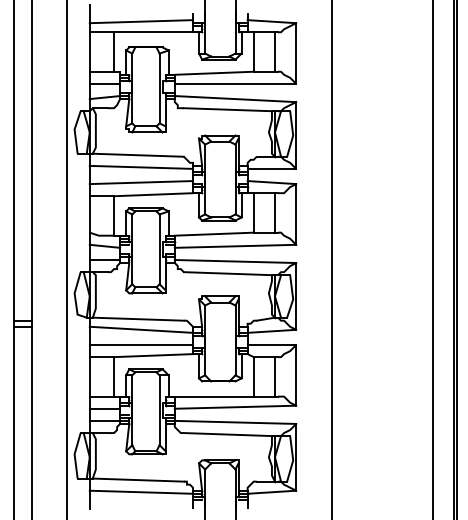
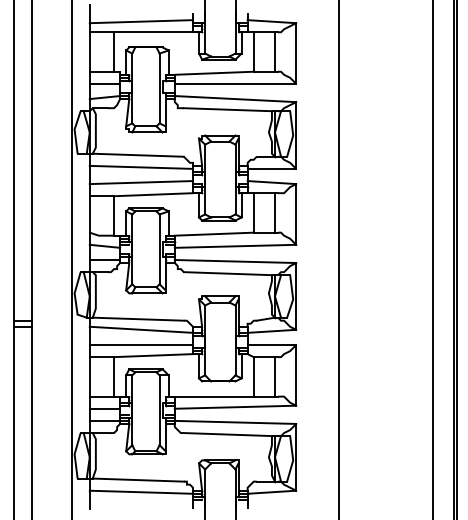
line at (66, 259) position: (66, 259) -> (71, 259)
line at (331, 259) position: (331, 259) -> (338, 259)
